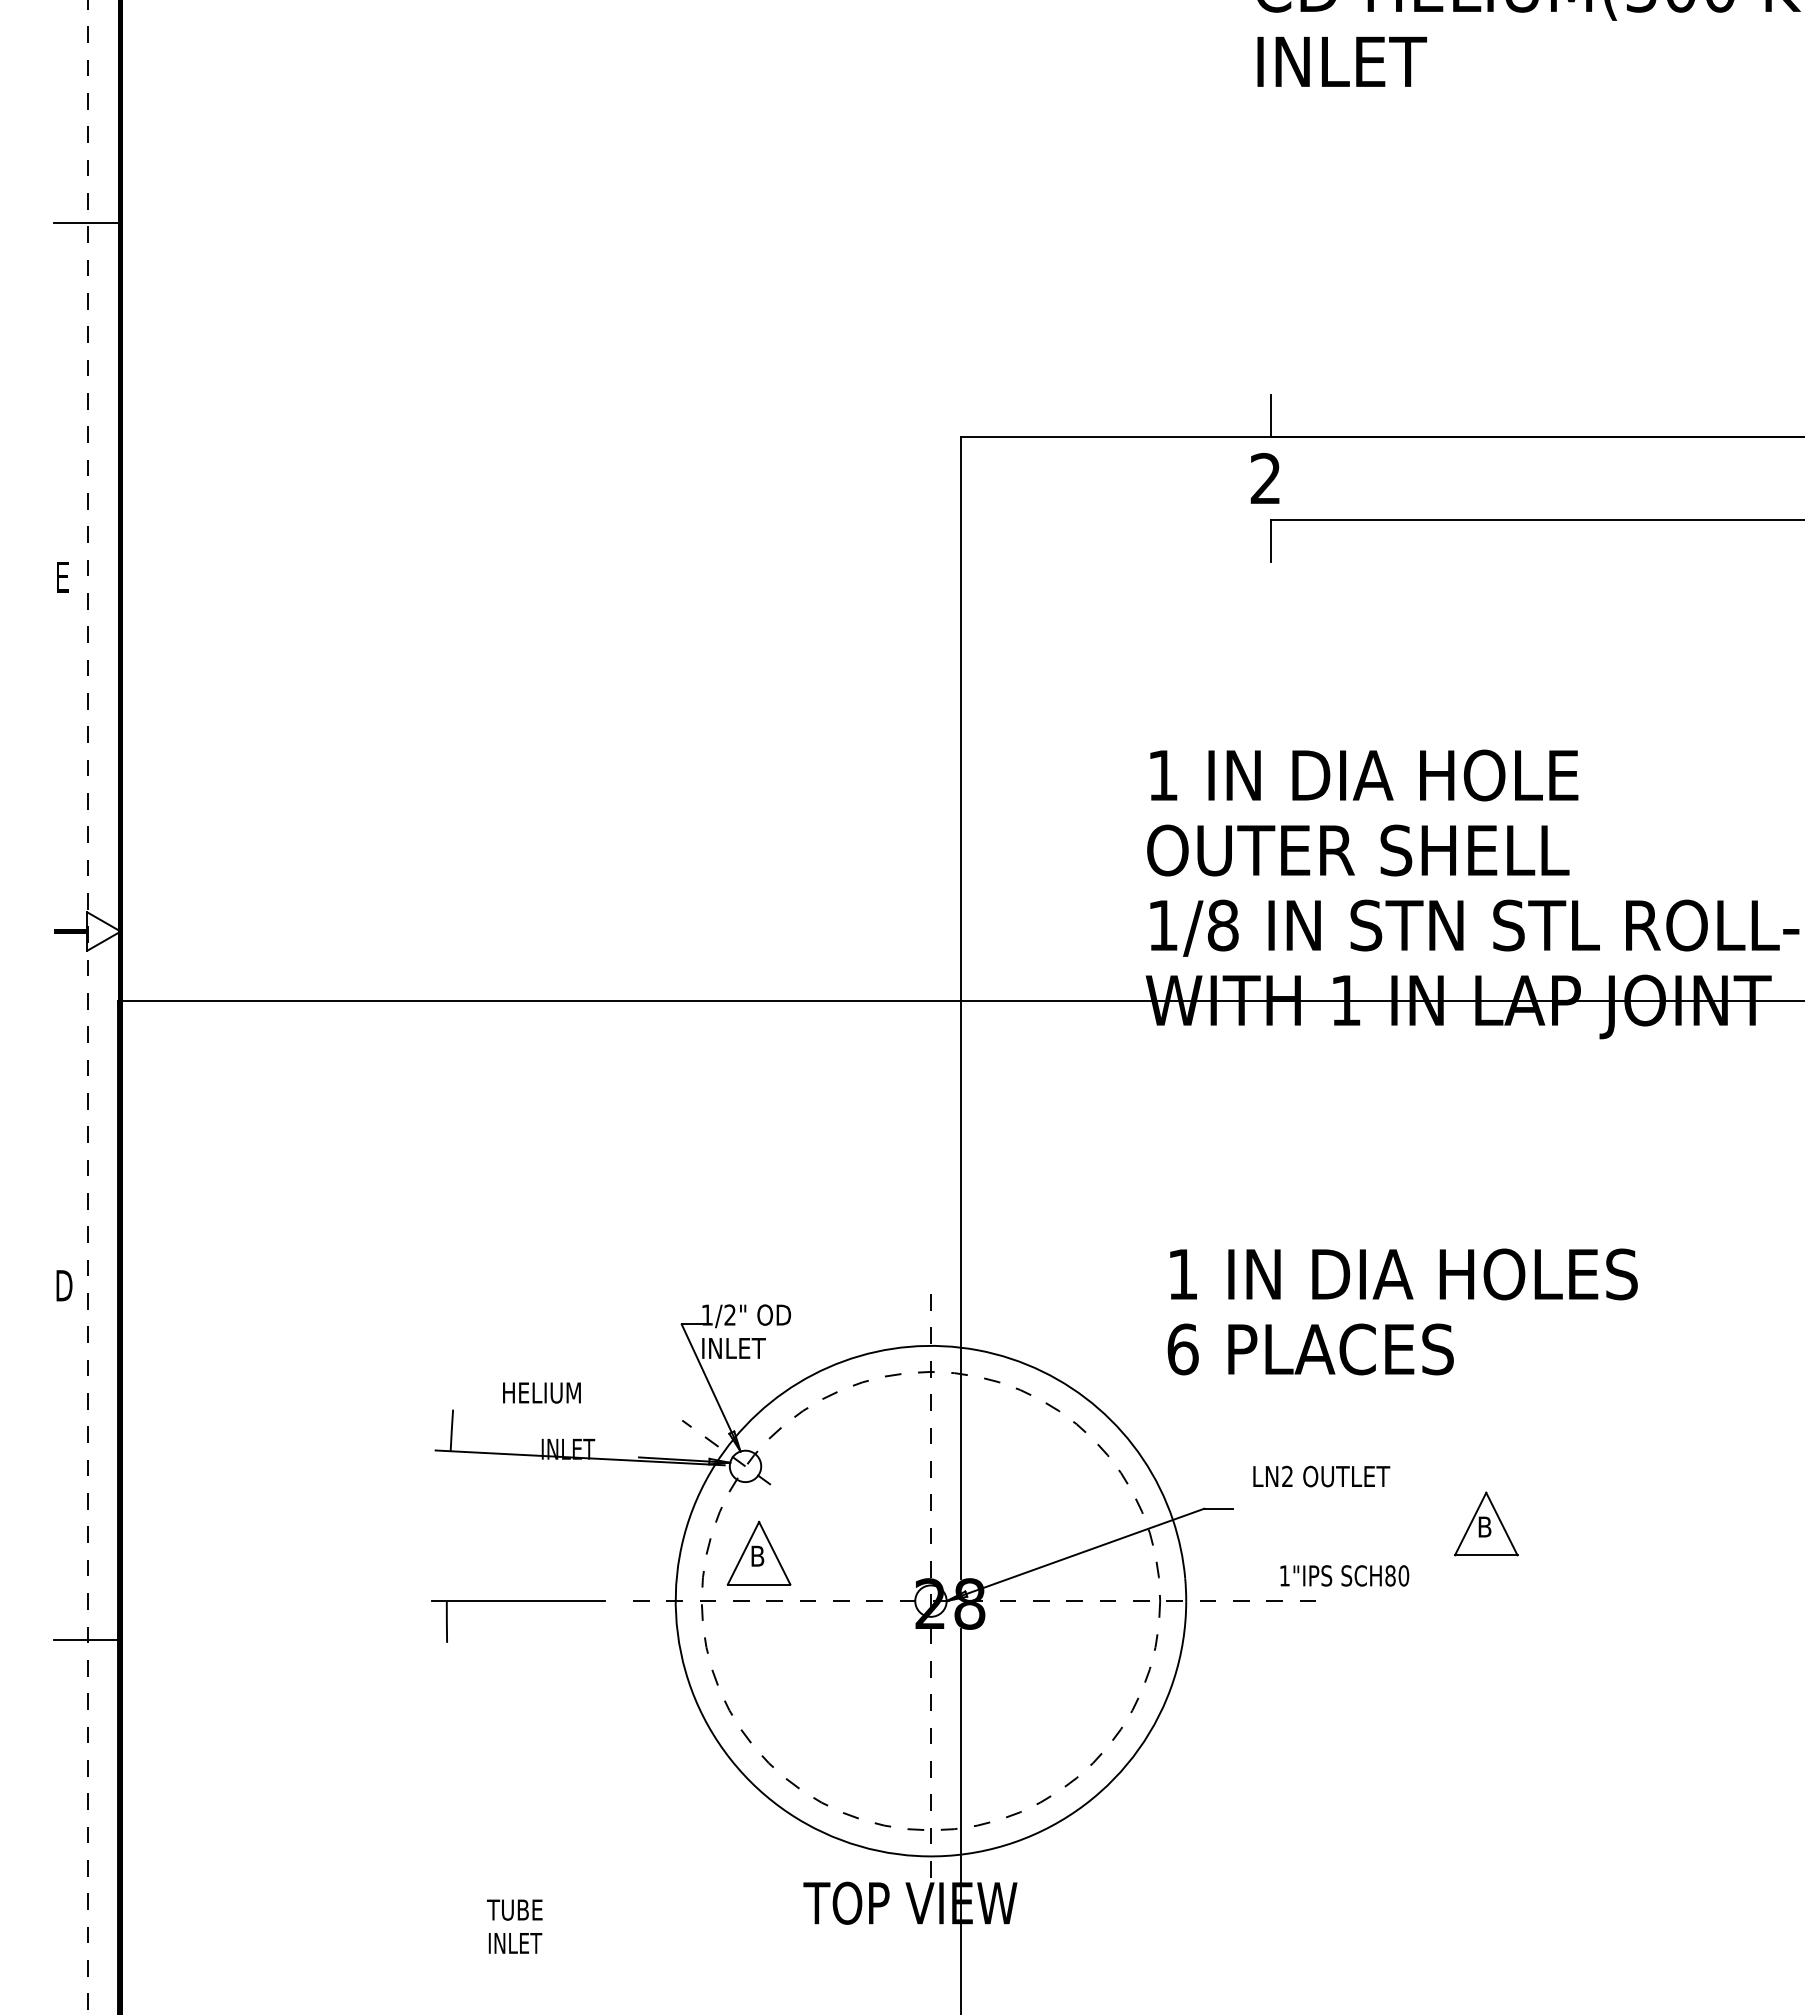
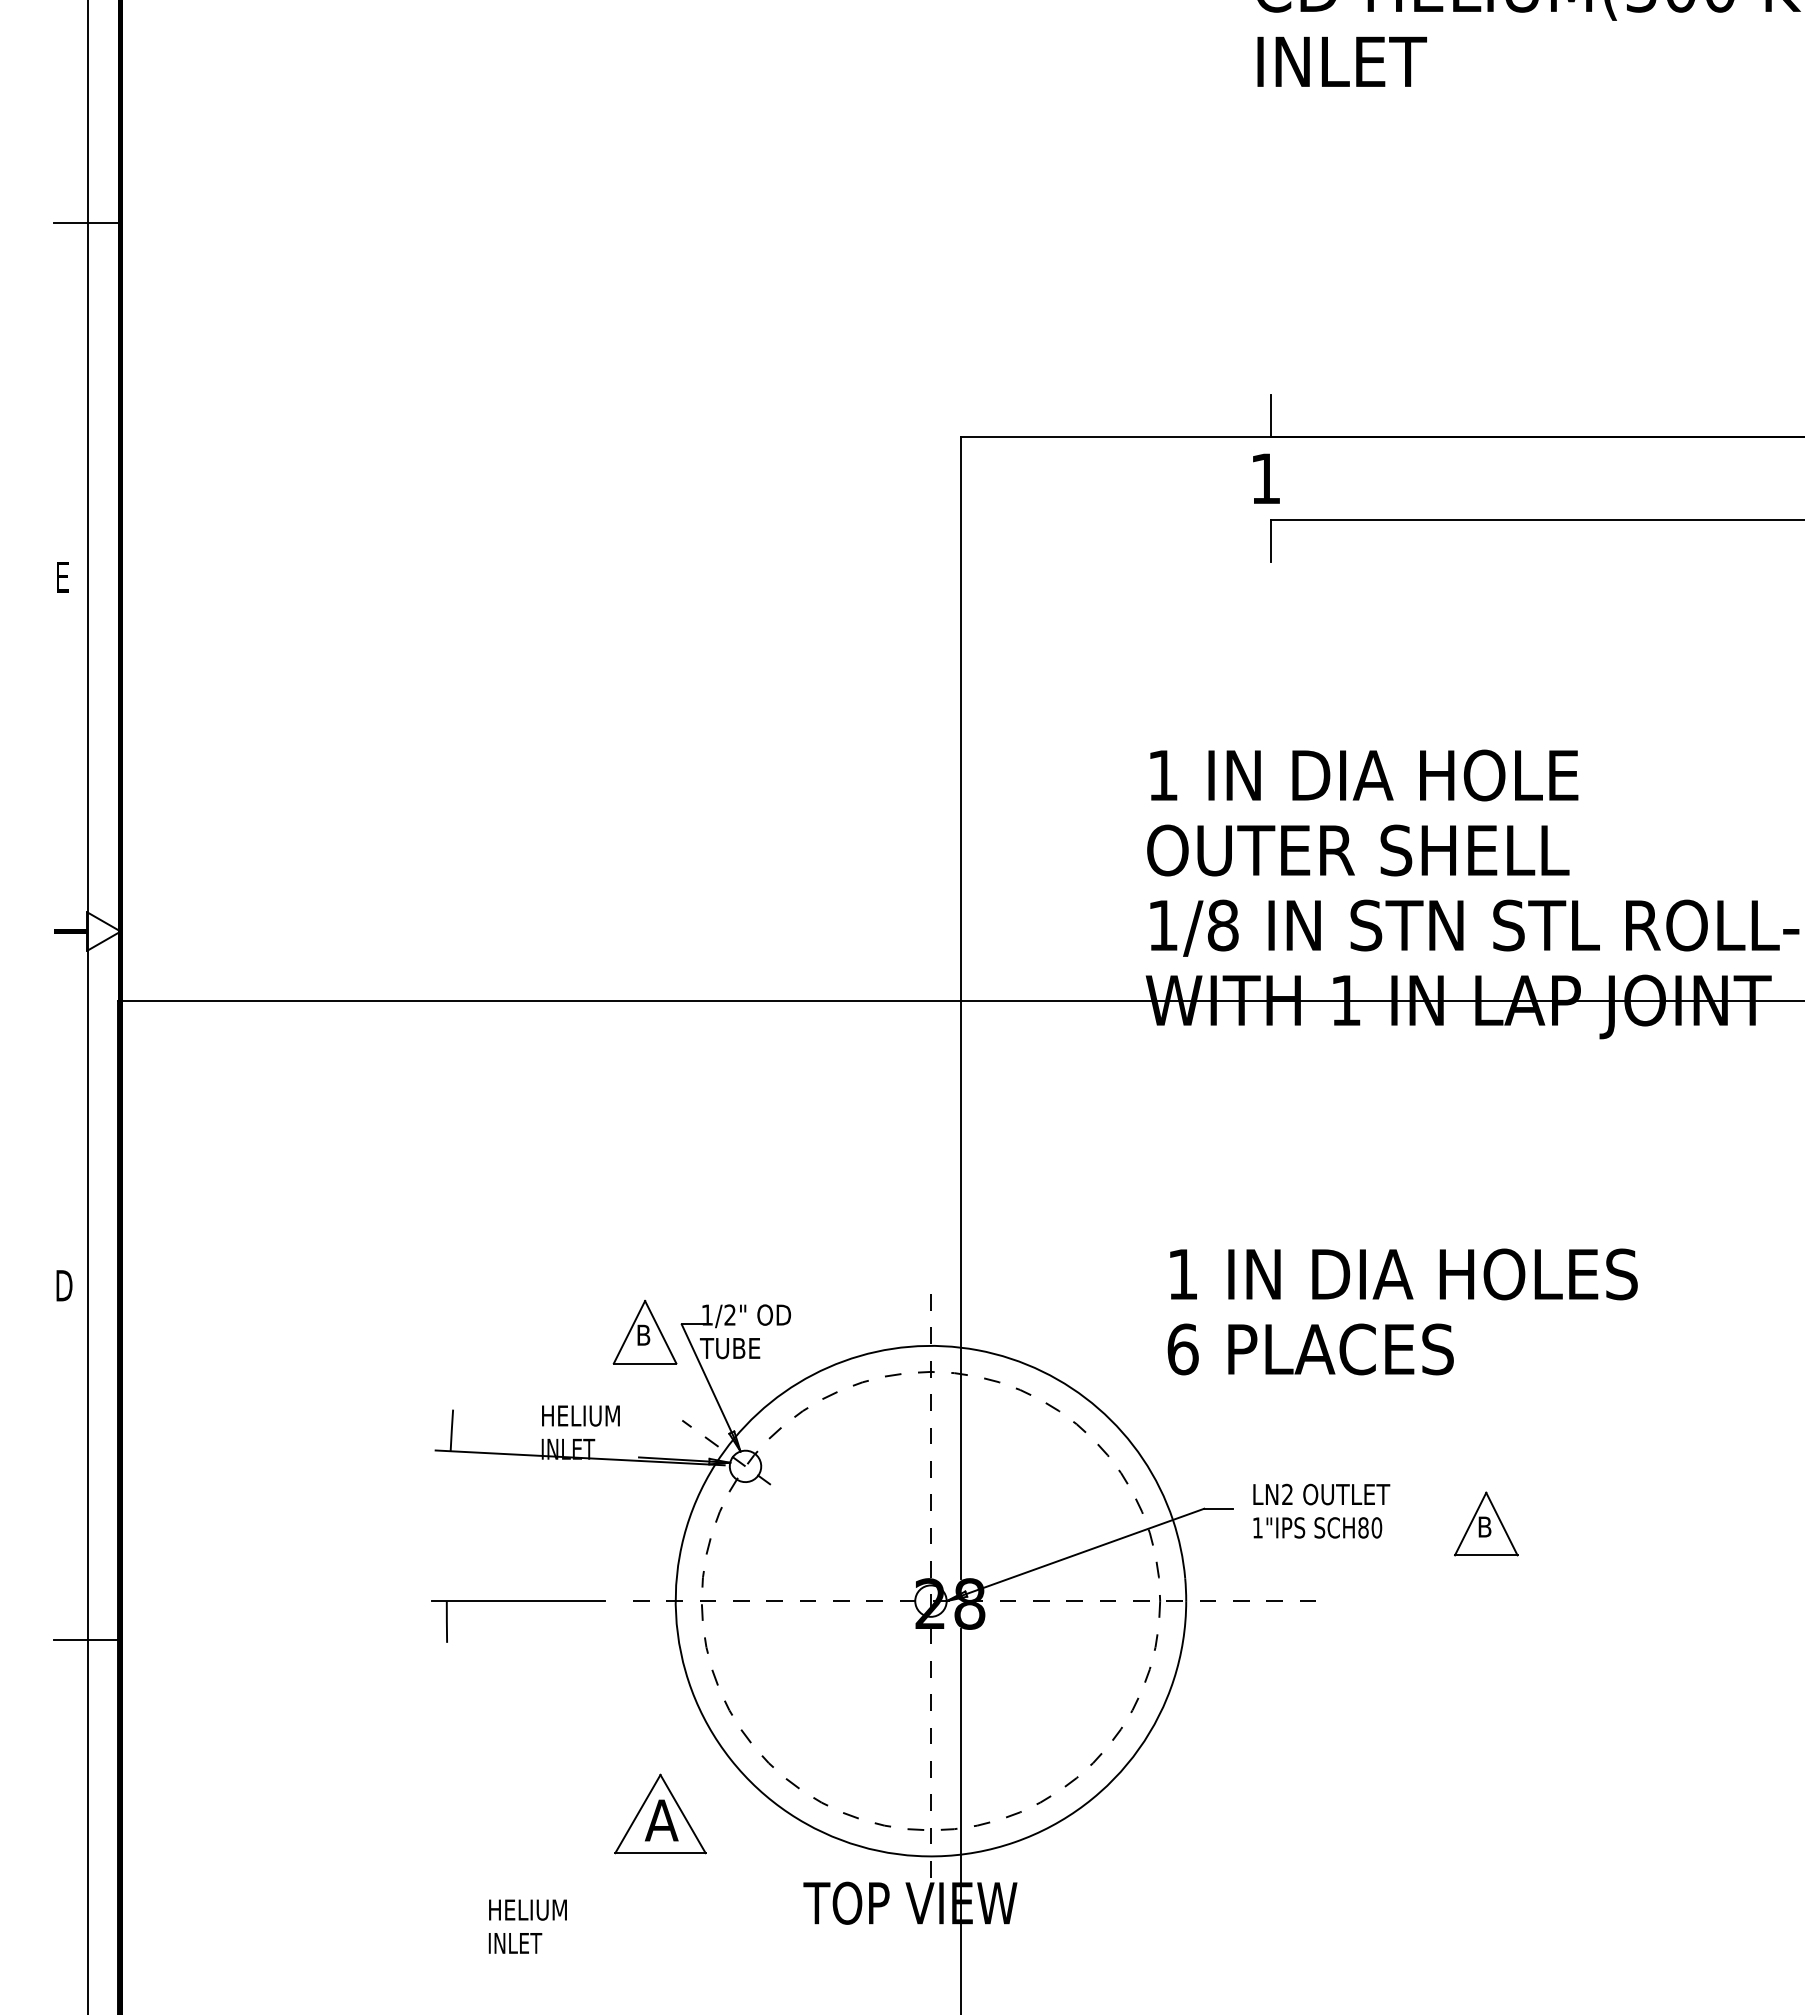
text at (1264, 477): 2 -> 1
line at (88, 1007): dashed -> solid
text at (732, 1348): INLET -> TUBE
text at (541, 1392) position: (541, 1392) -> (580, 1415)
text at (1321, 1476) position: (1321, 1476) -> (1321, 1494)
part at (758, 1552) position: (758, 1552) -> (644, 1331)
text at (1344, 1575) position: (1344, 1575) -> (1317, 1527)
part at (660, 1813): none -> present
text at (526, 1909): TUBE -> HELIUM
